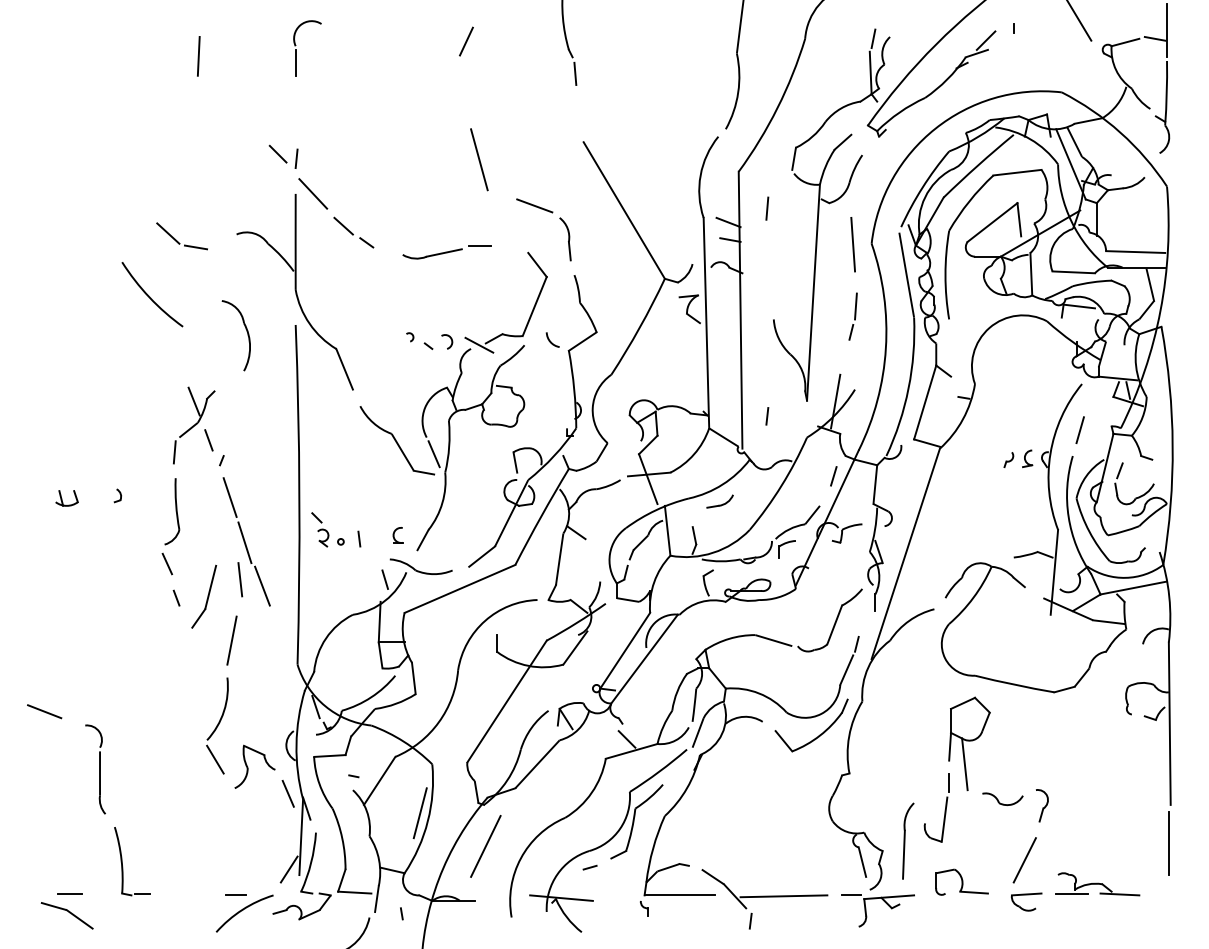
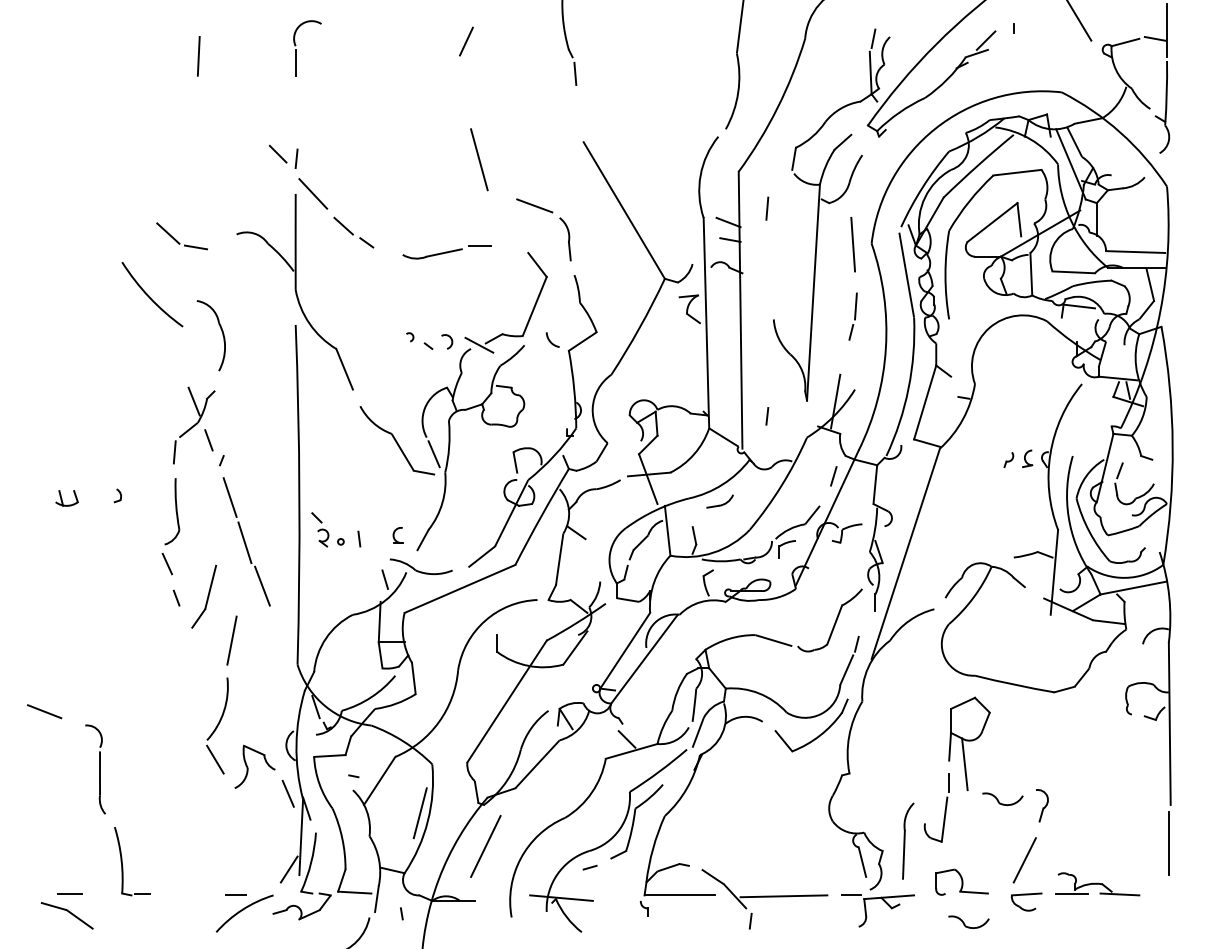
part at (245, 329) position: (245, 329) -> (220, 329)
line at (1079, 430): present -> none
line at (240, 579): present -> none
part at (968, 921): none -> present
